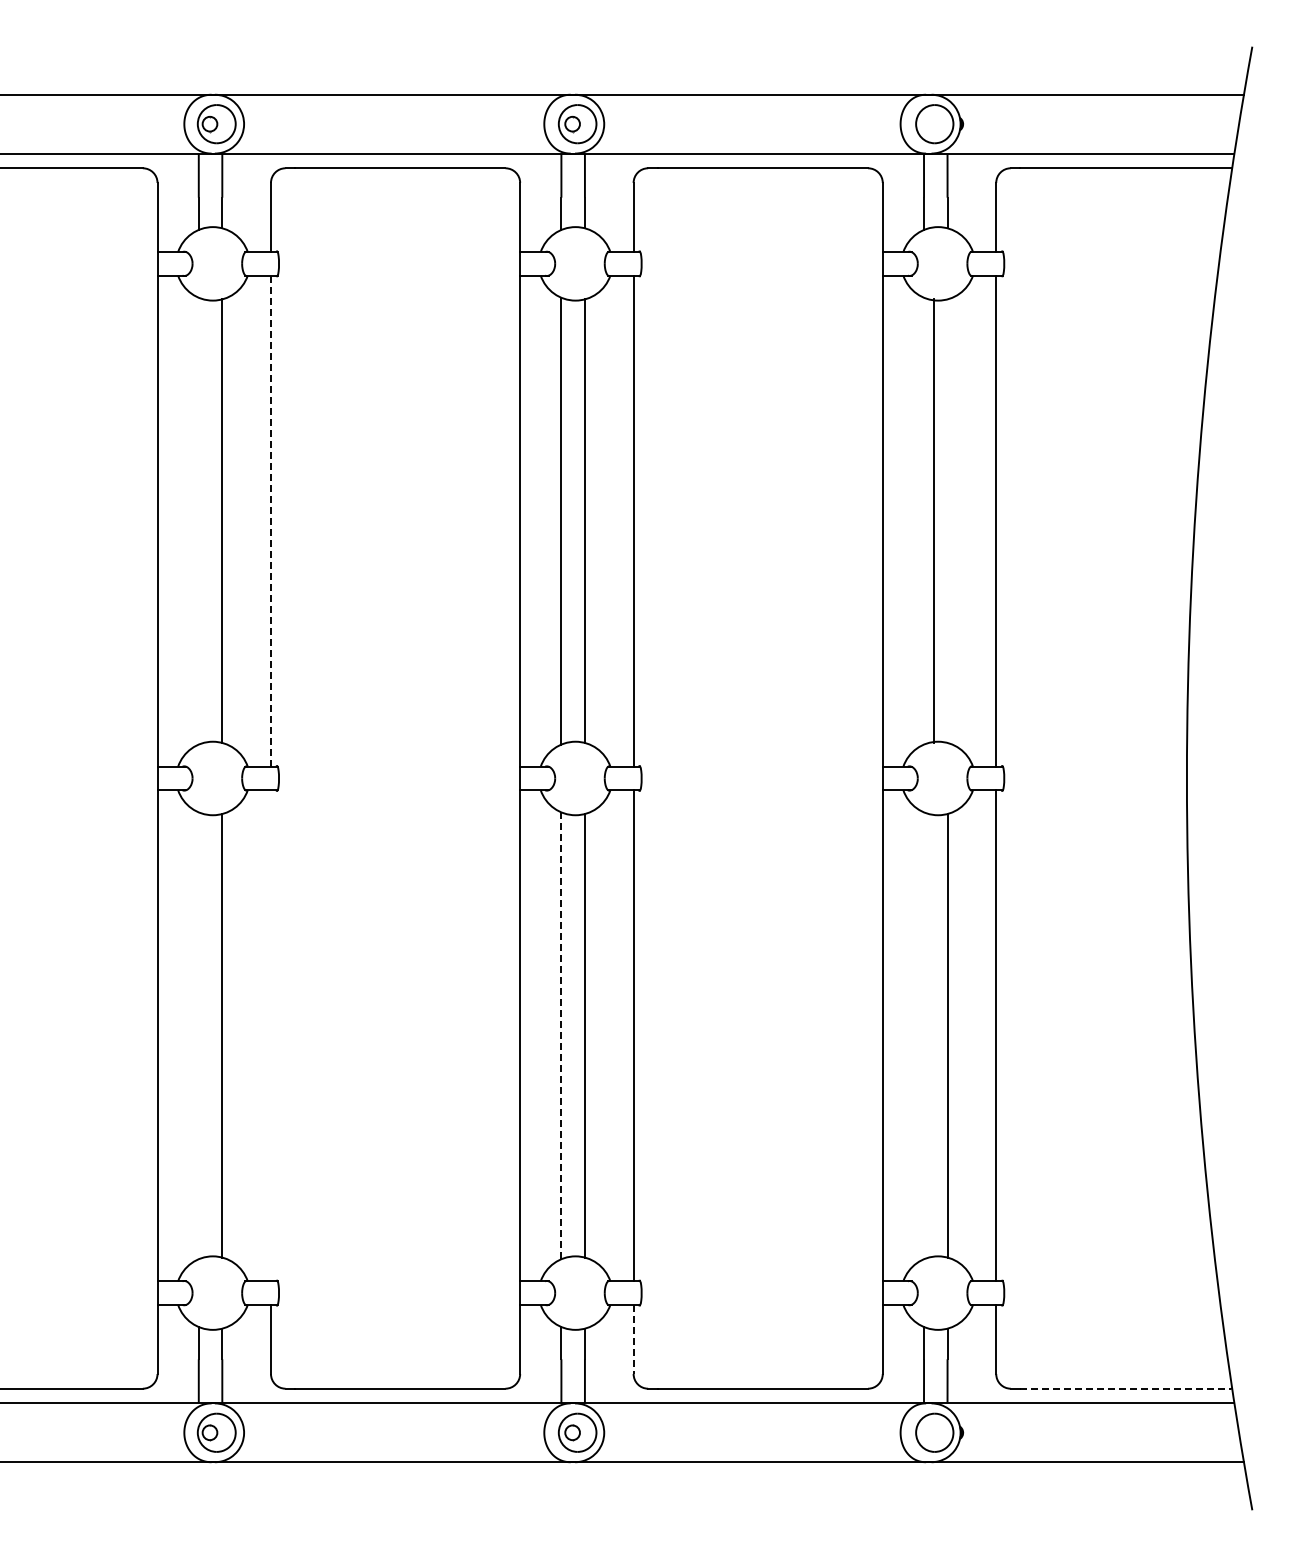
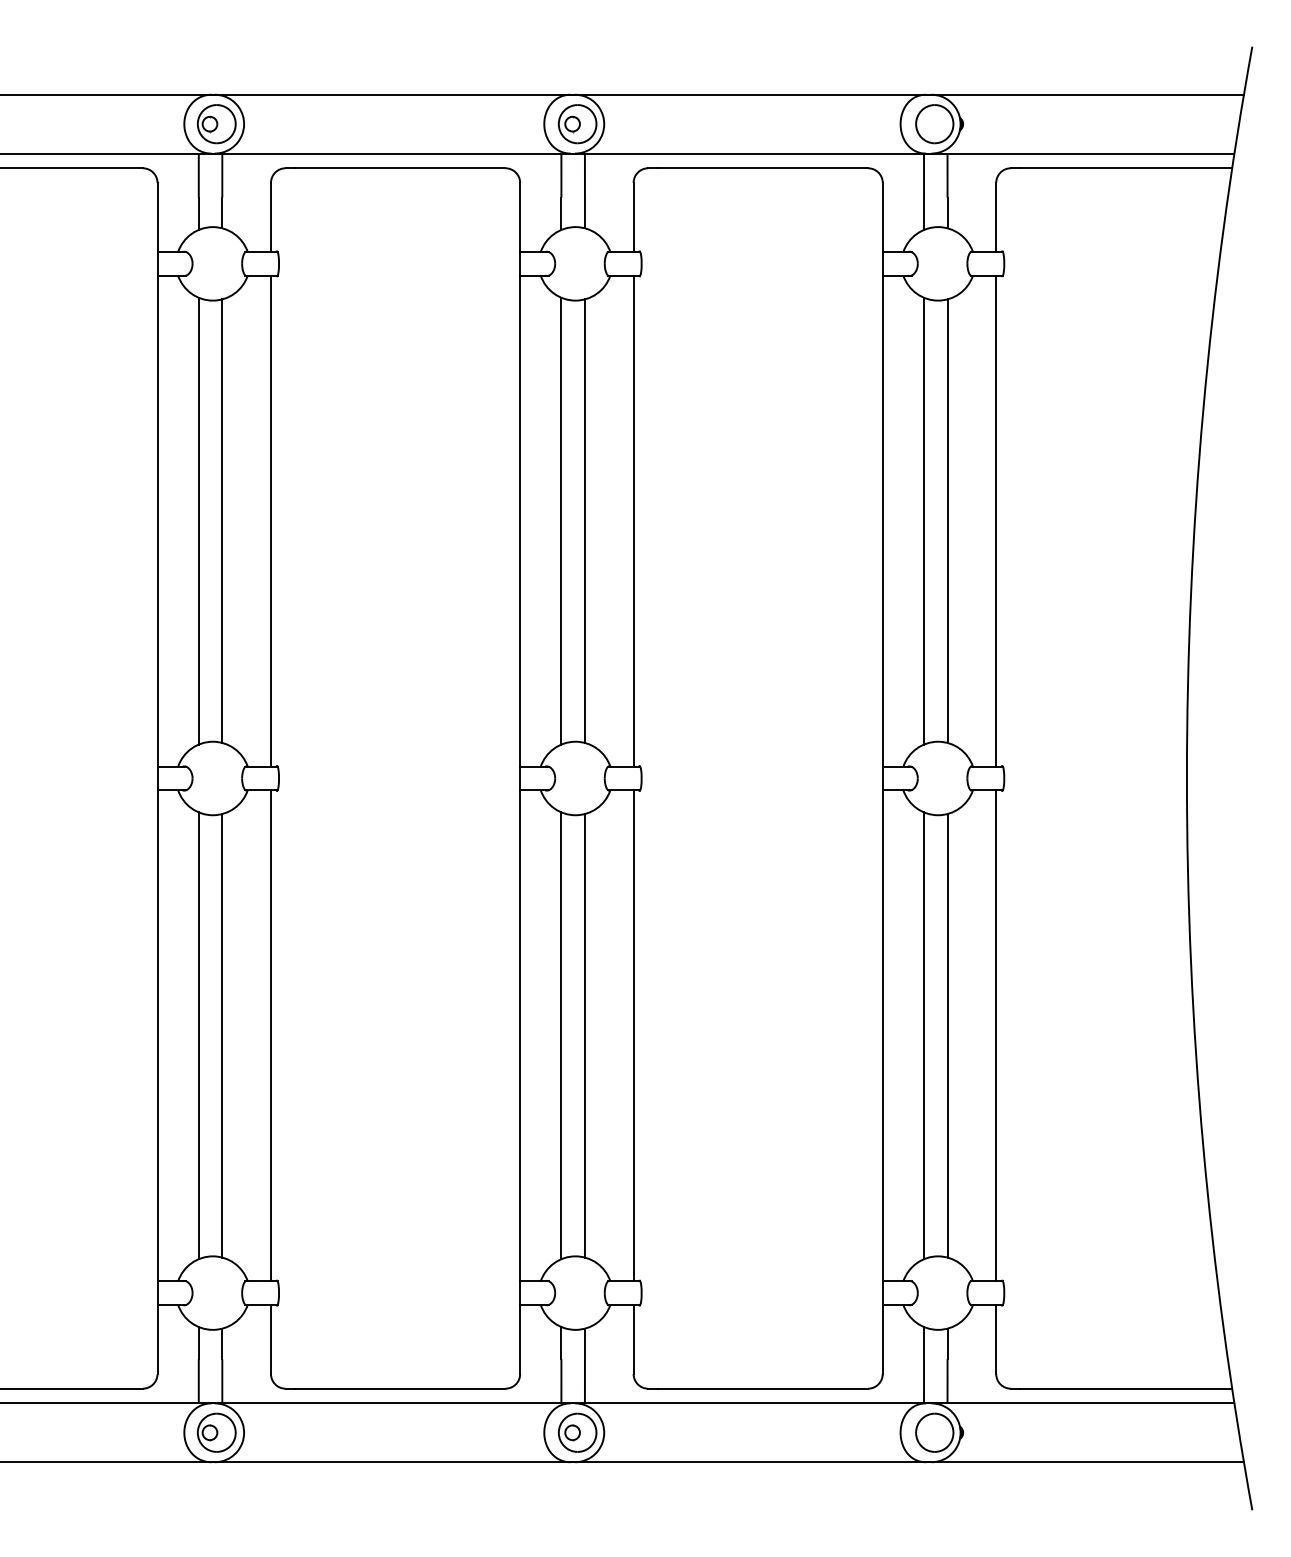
line at (198, 520): none -> present
line at (924, 520): none -> present
line at (933, 520) position: (933, 520) -> (947, 520)
line at (271, 521): dashed -> solid
line at (198, 1035): none -> present
line at (271, 1035): none -> present
line at (924, 1035): none -> present
line at (561, 1036): dashed -> solid
line at (633, 1339): dashed -> solid
line at (1126, 1388): dashed -> solid
